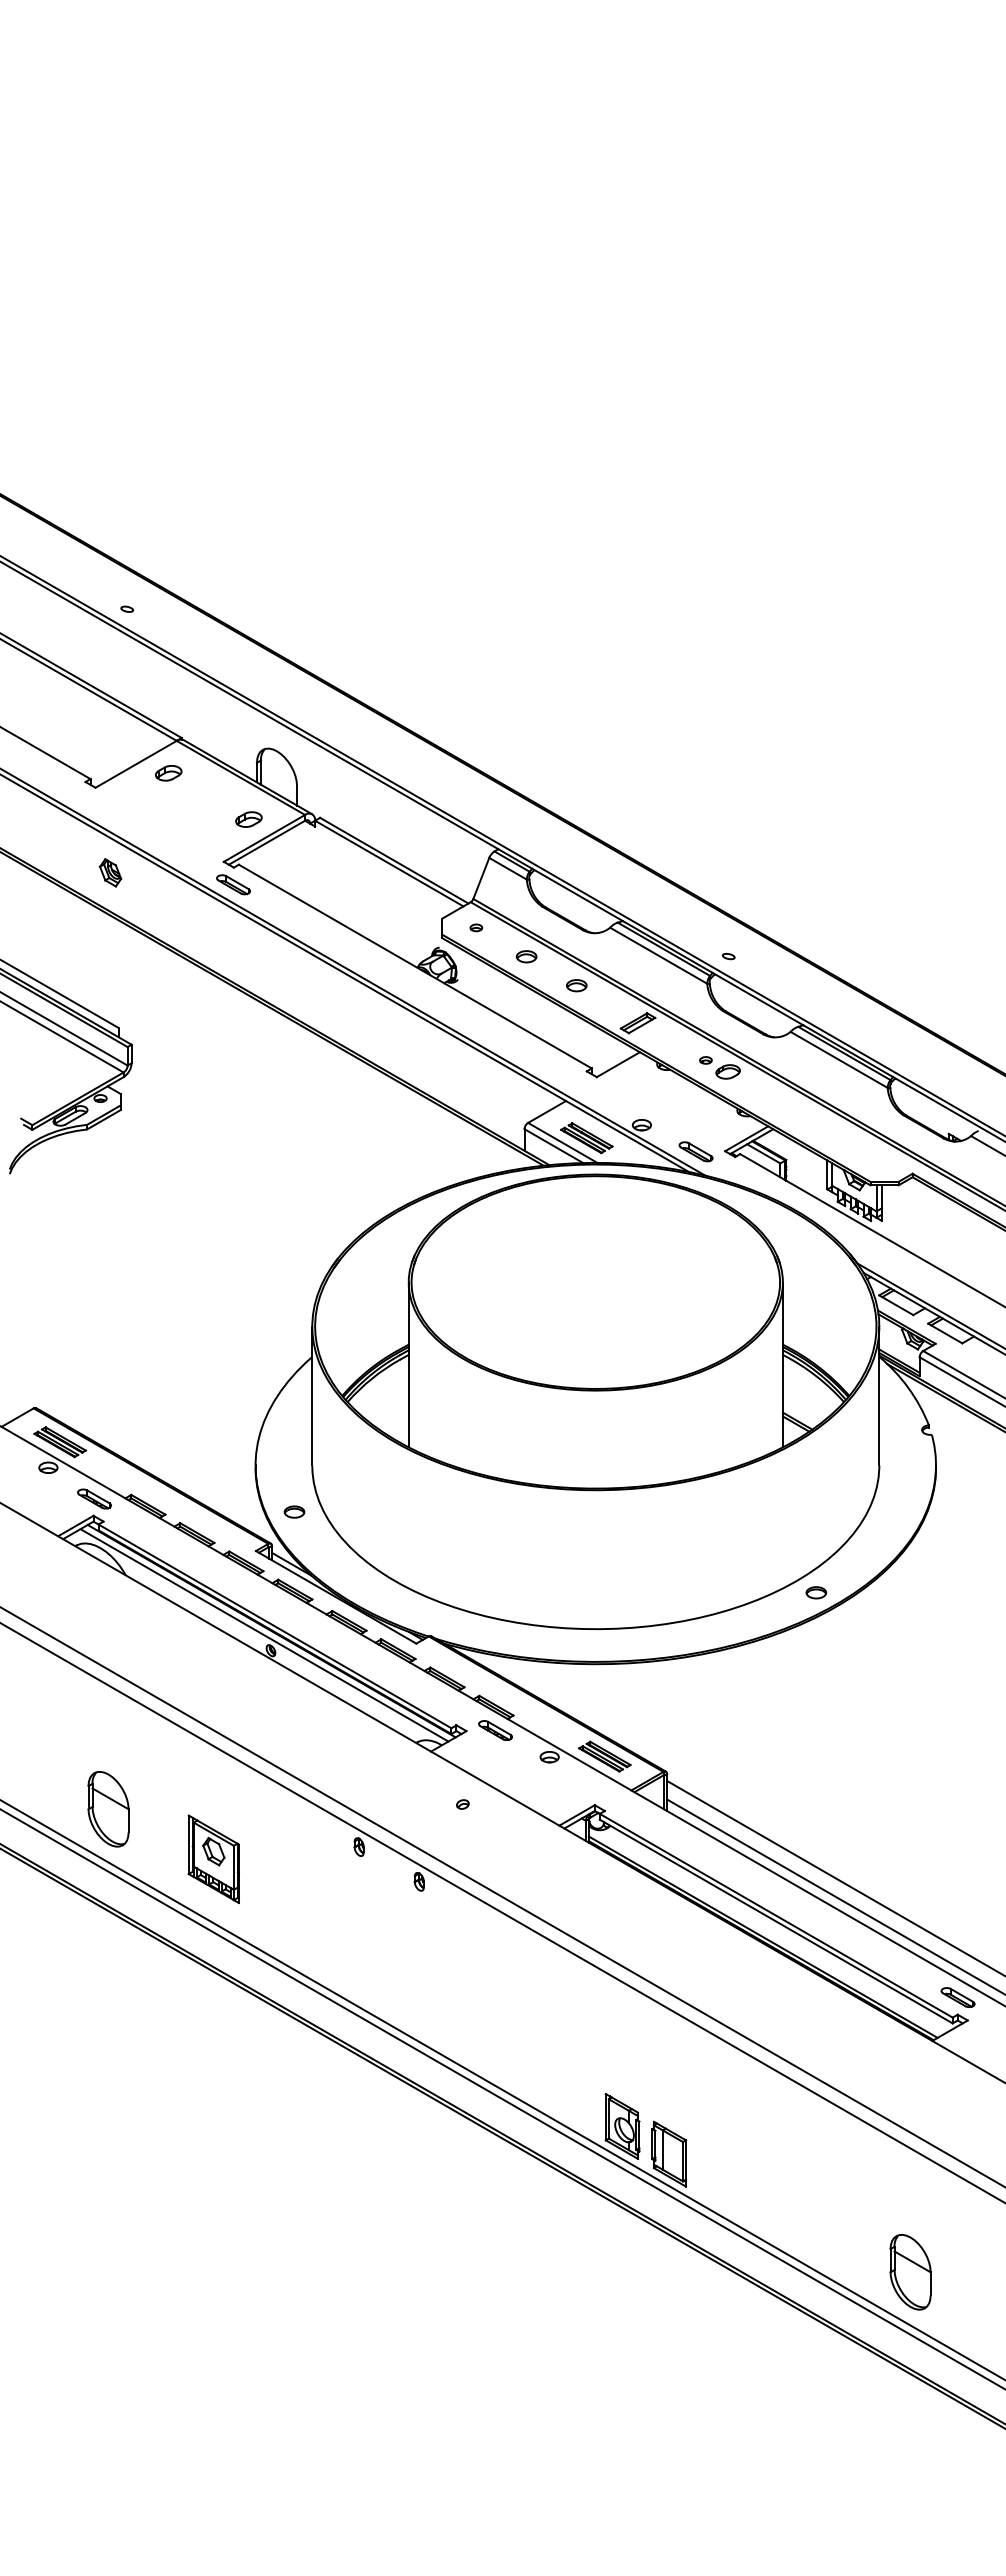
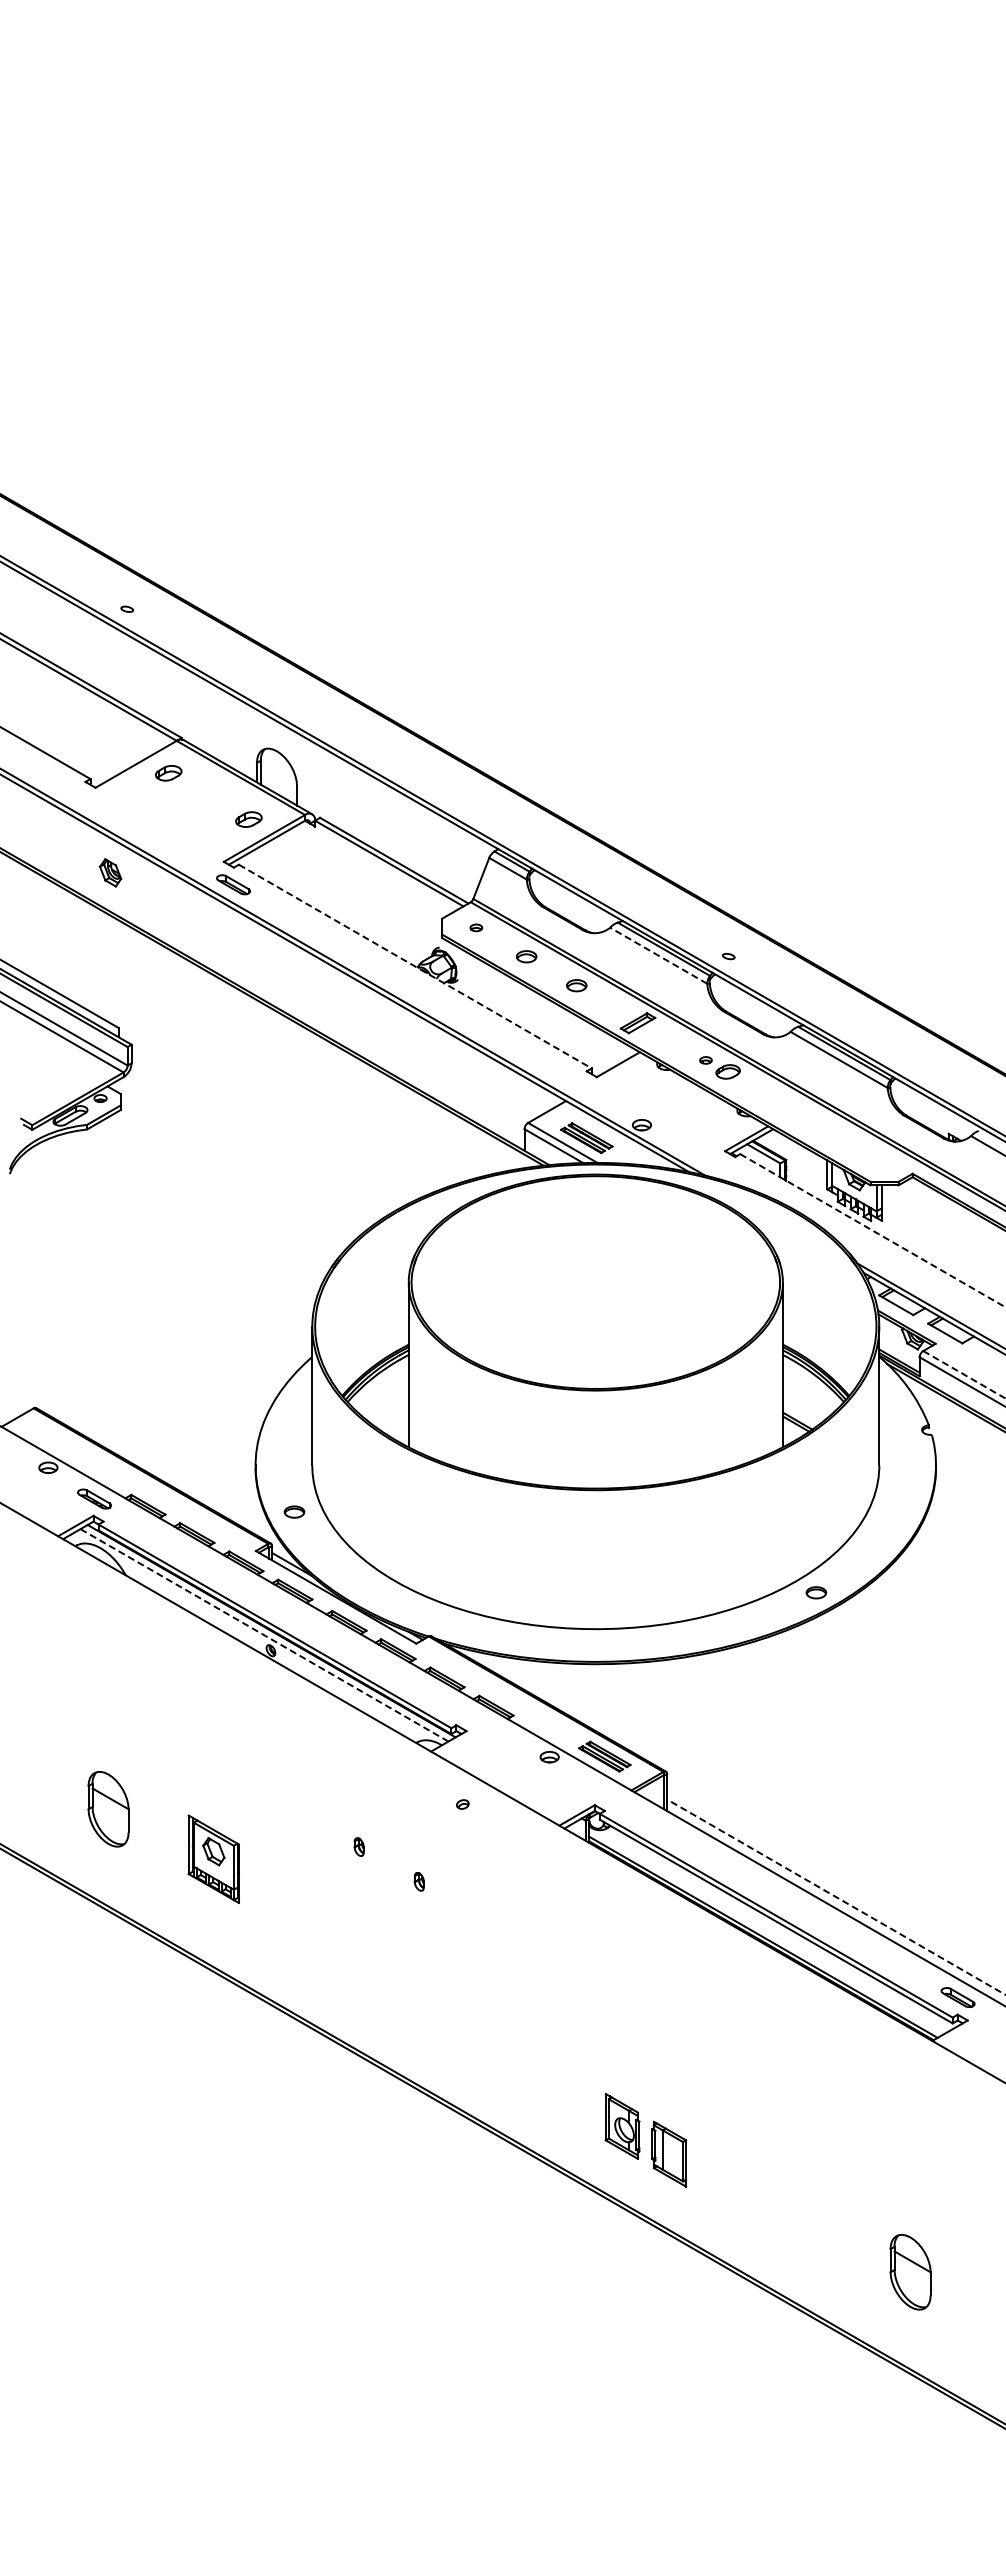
line at (658, 955): solid -> dashed
line at (415, 966): solid -> dashed
part at (695, 1151): present -> none
line at (873, 1231): solid -> dashed
line at (963, 1374): solid -> dashed
part at (59, 1442): present -> none
line at (264, 1635): solid -> dashed
part at (495, 1730): present -> none
line at (834, 1877): present -> none
line at (502, 1896): present -> none
line at (835, 1896): solid -> dashed
line at (502, 1912): present -> none
line at (502, 2089): present -> none
line at (502, 2098): present -> none
